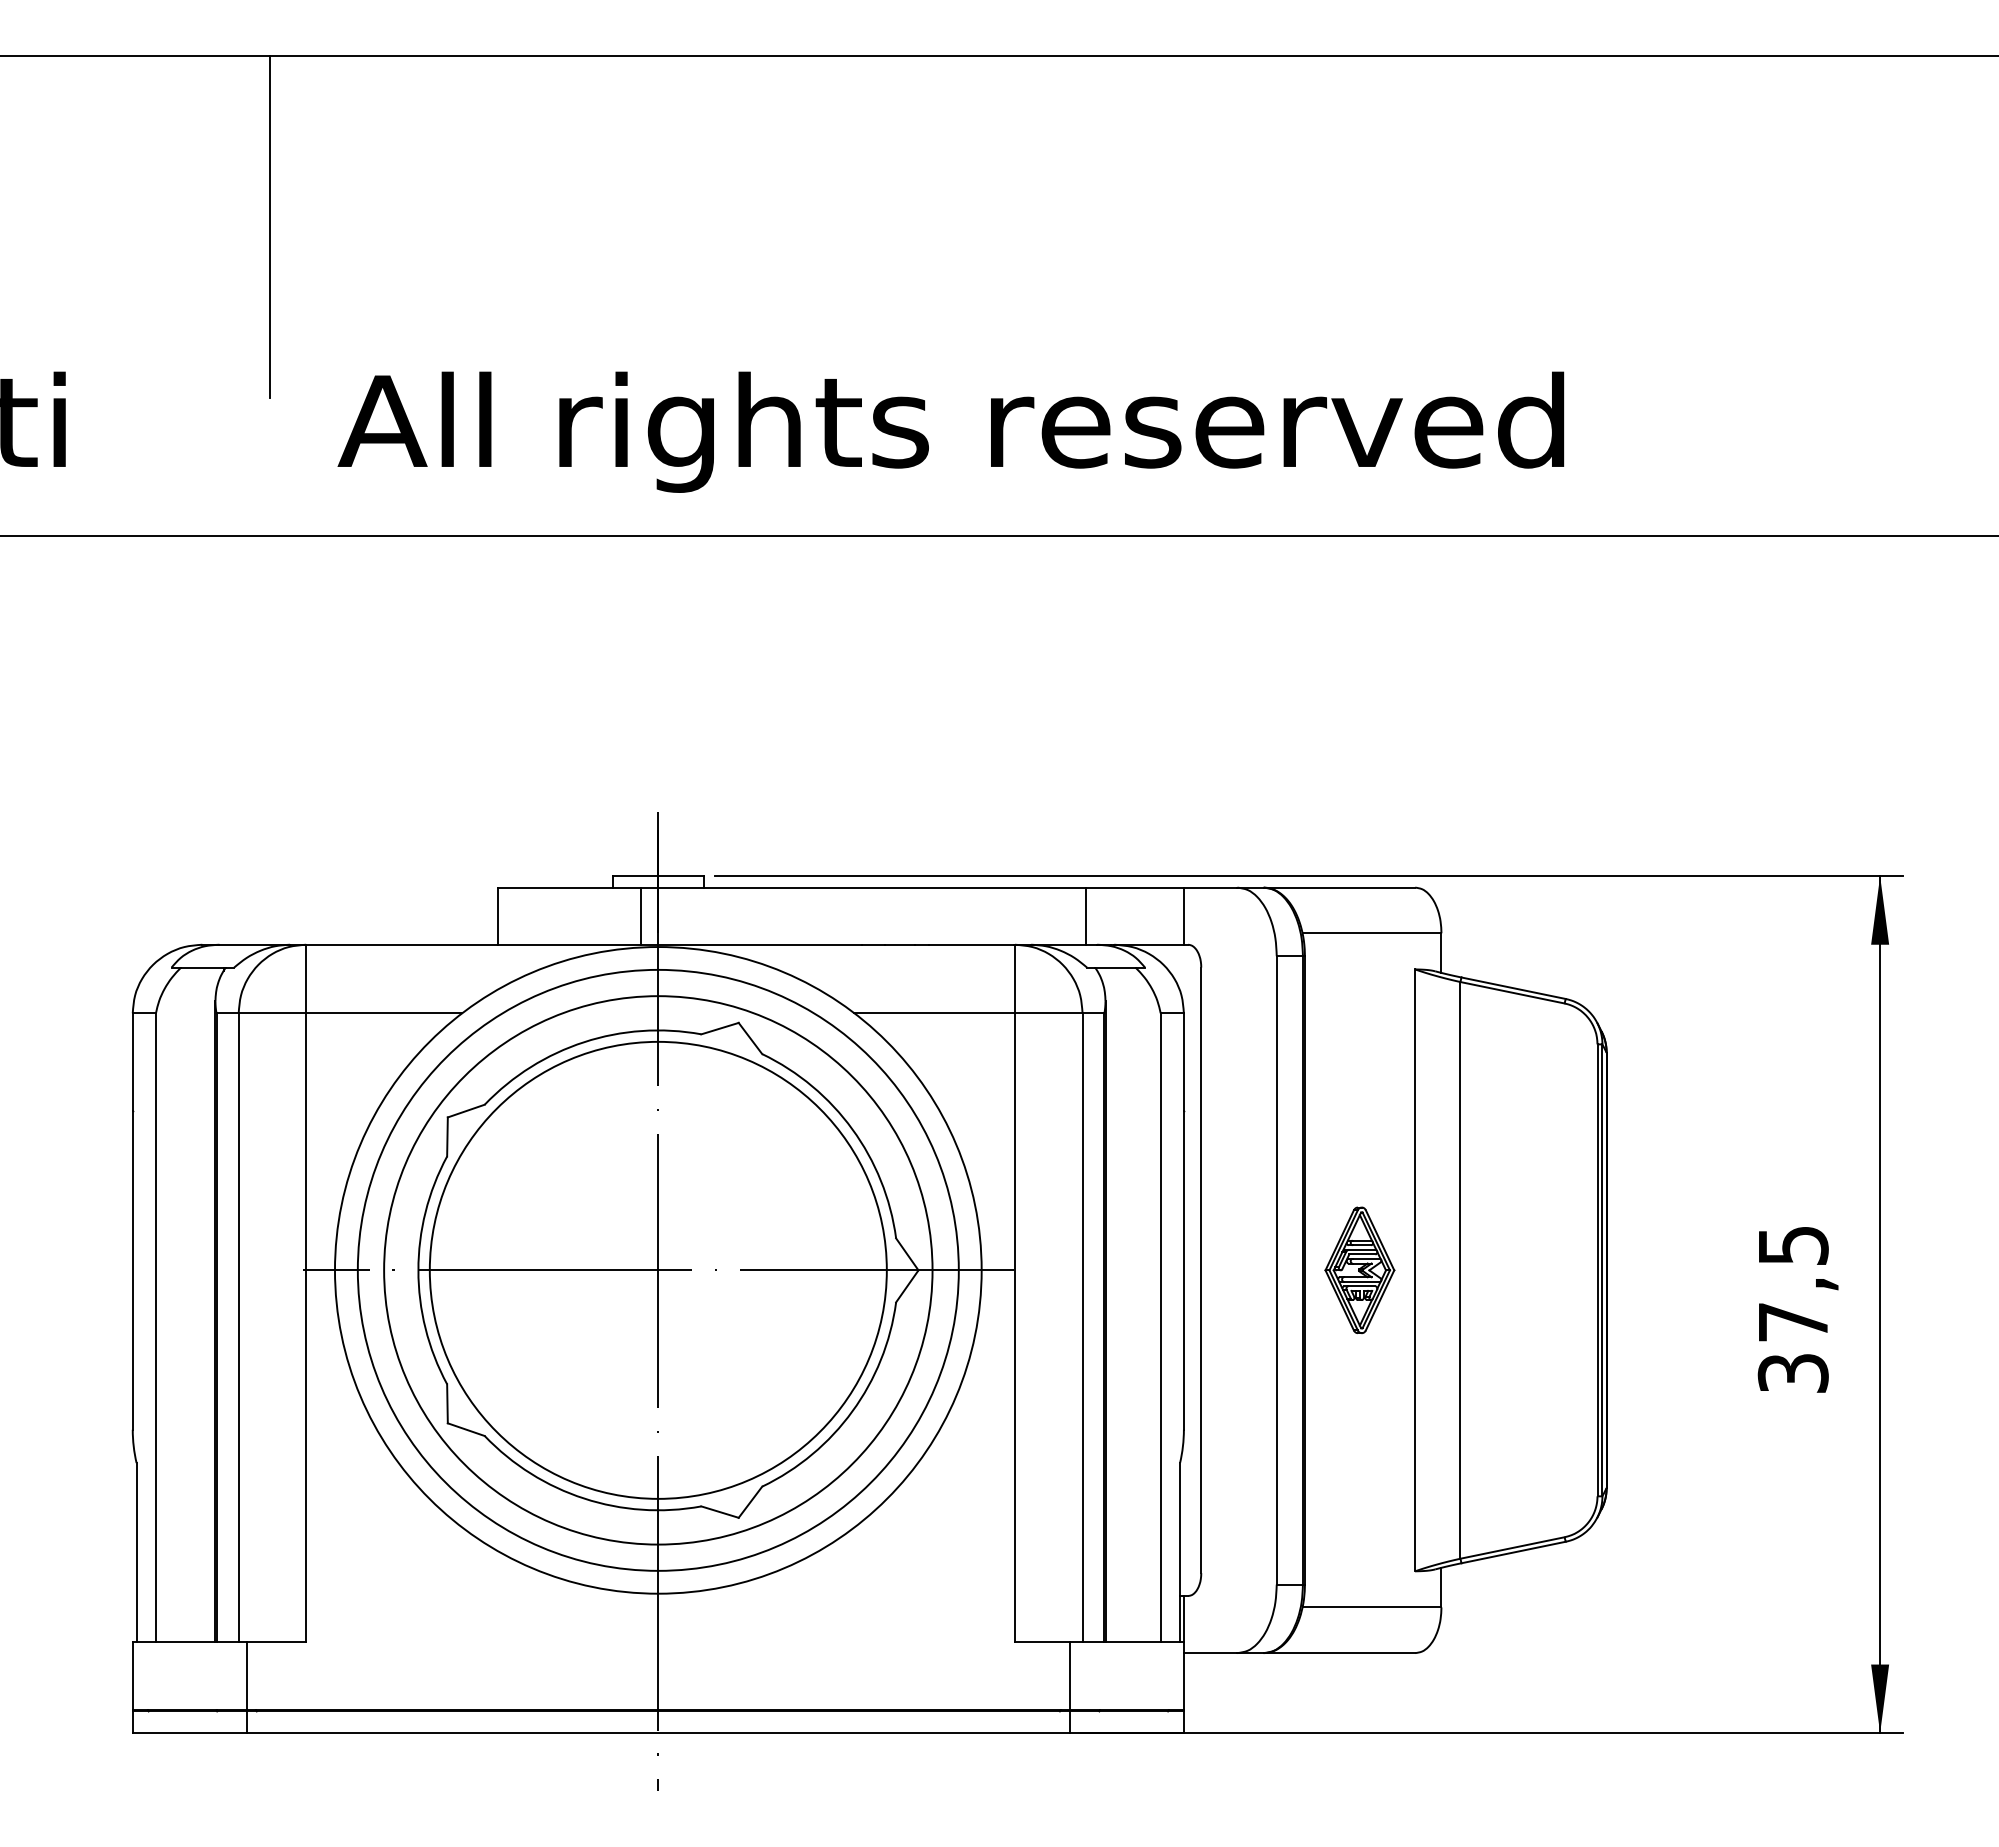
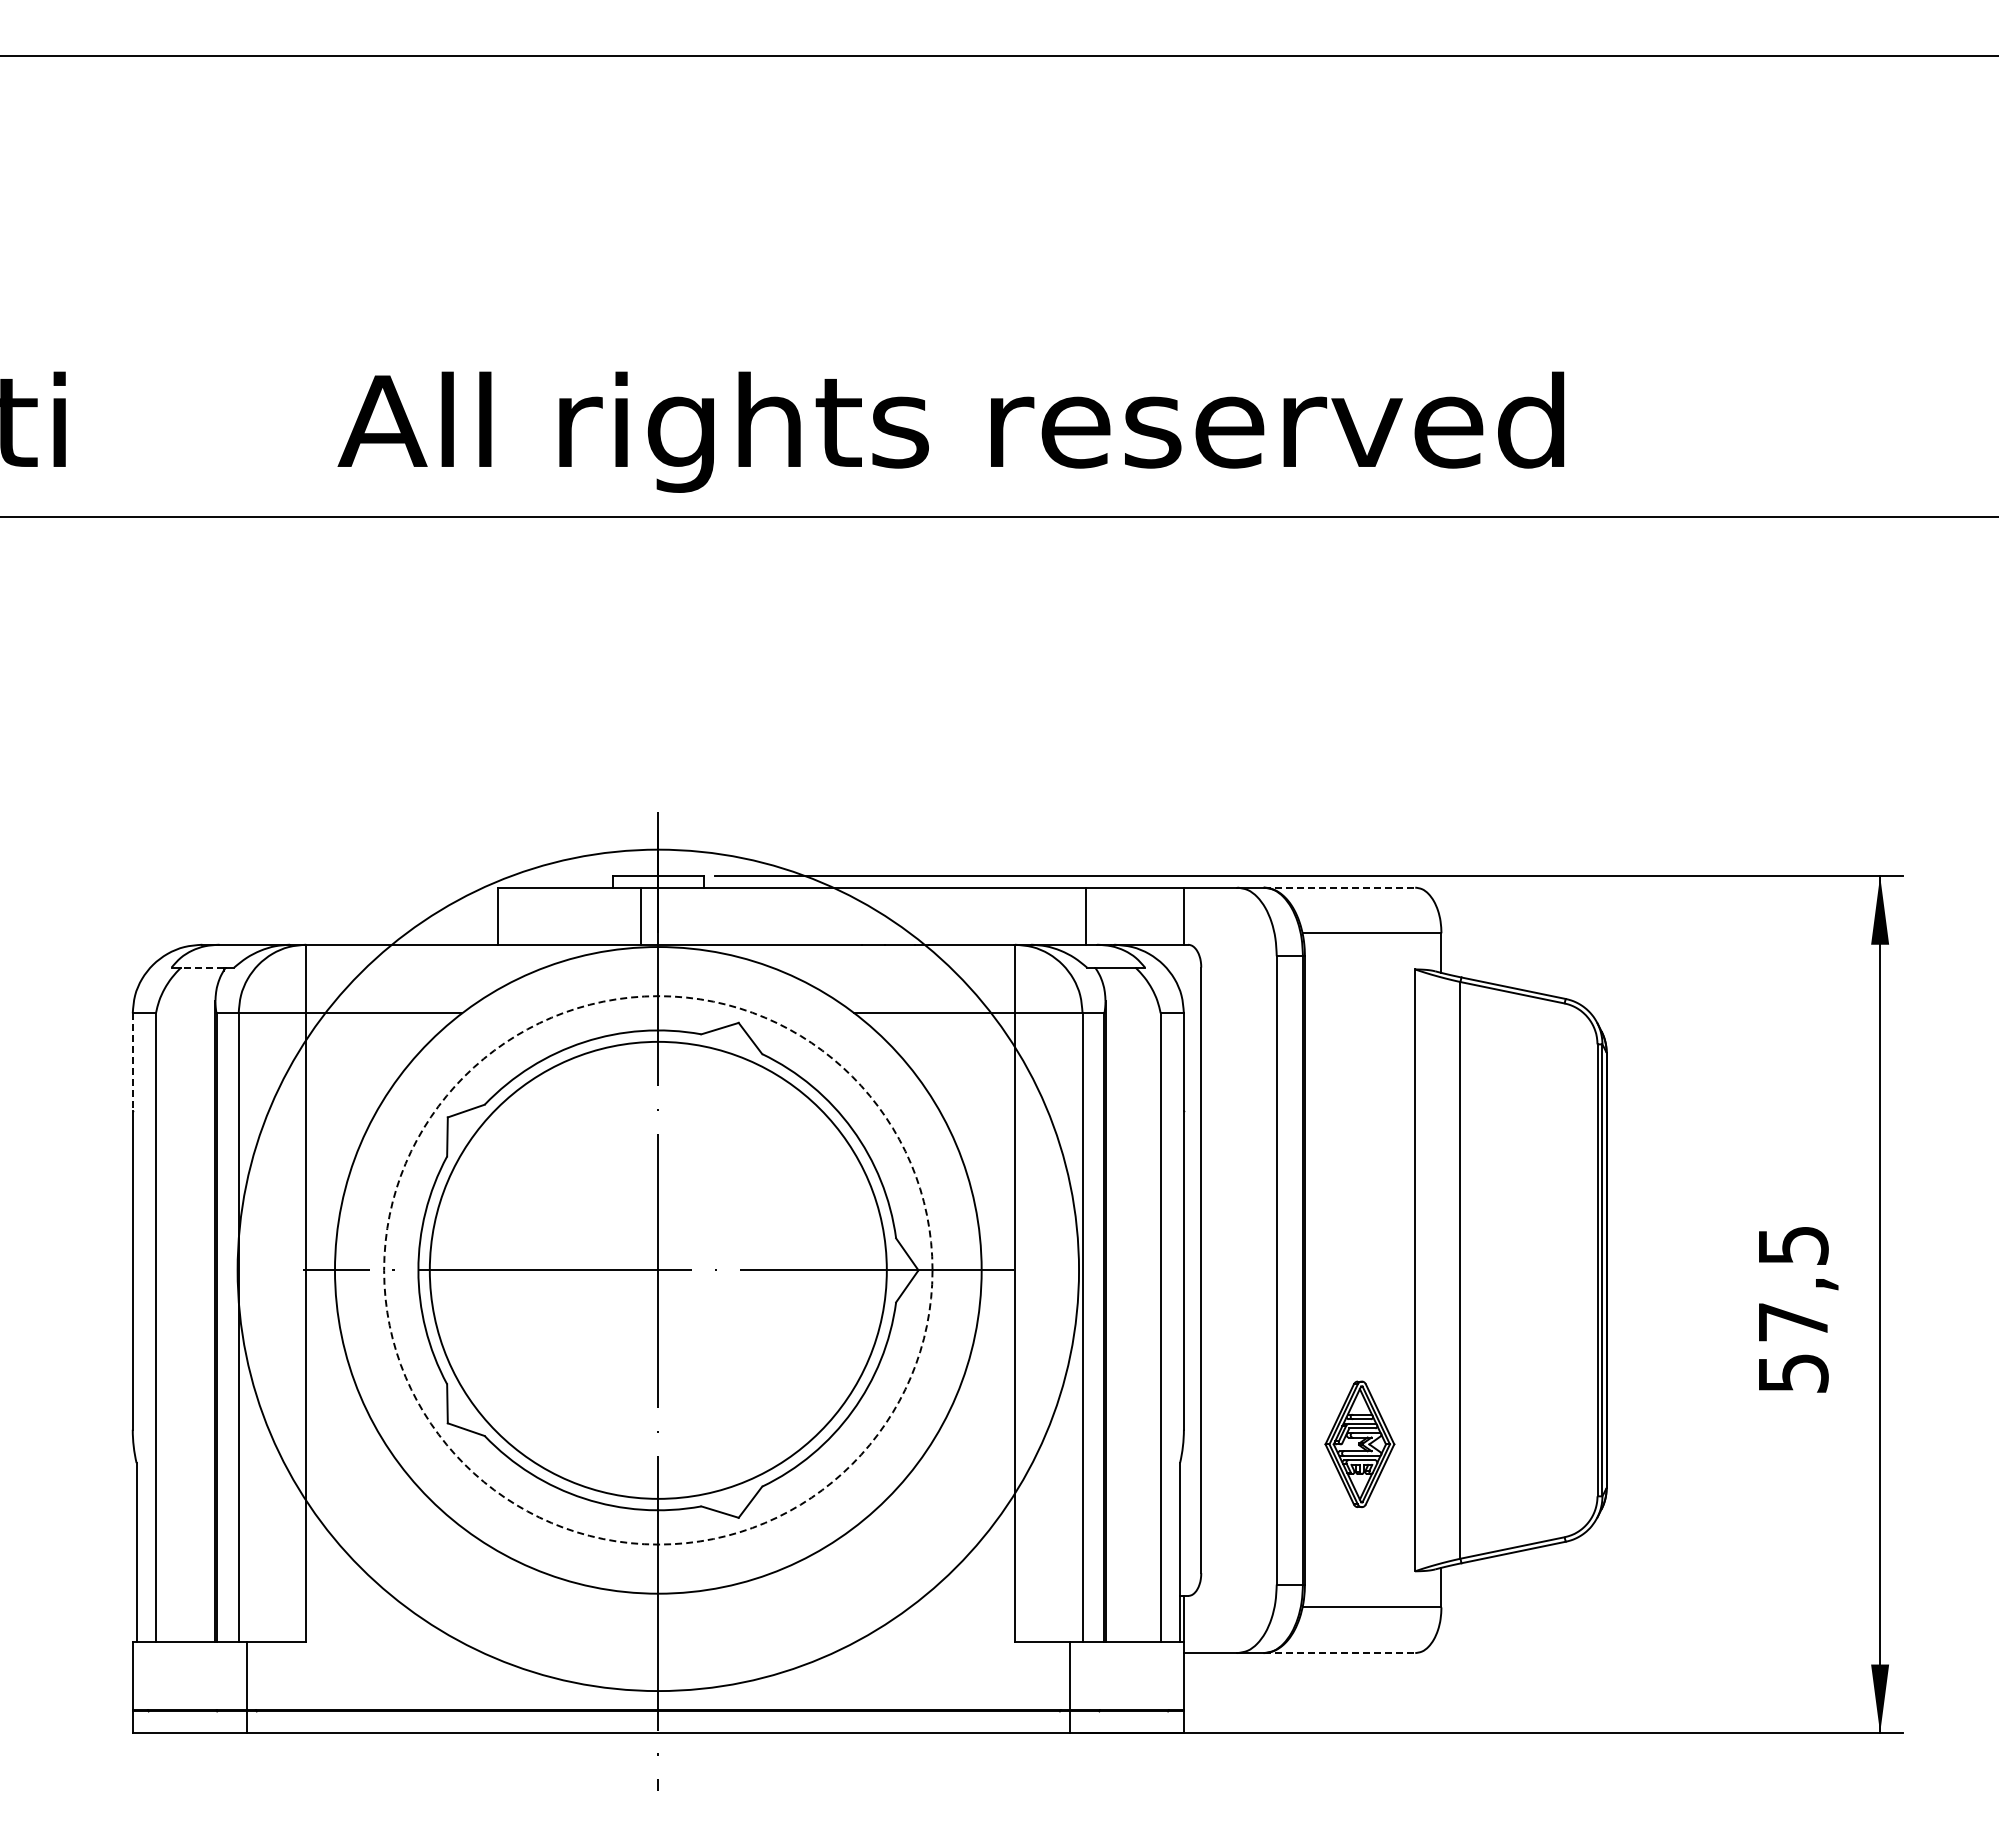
line at (269, 226): present -> none
line at (998, 535) position: (998, 535) -> (998, 516)
line at (1339, 887): solid -> dashed
line at (201, 967): solid -> dashed
line at (132, 1062): solid -> dashed
circle at (657, 1269) diameter: 601 px -> 841 px
part at (1359, 1269) position: (1359, 1269) -> (1359, 1443)
circle at (658, 1270): solid -> dashed
text at (1792, 1373): 37,5 -> 57,5
line at (1339, 1653): solid -> dashed
